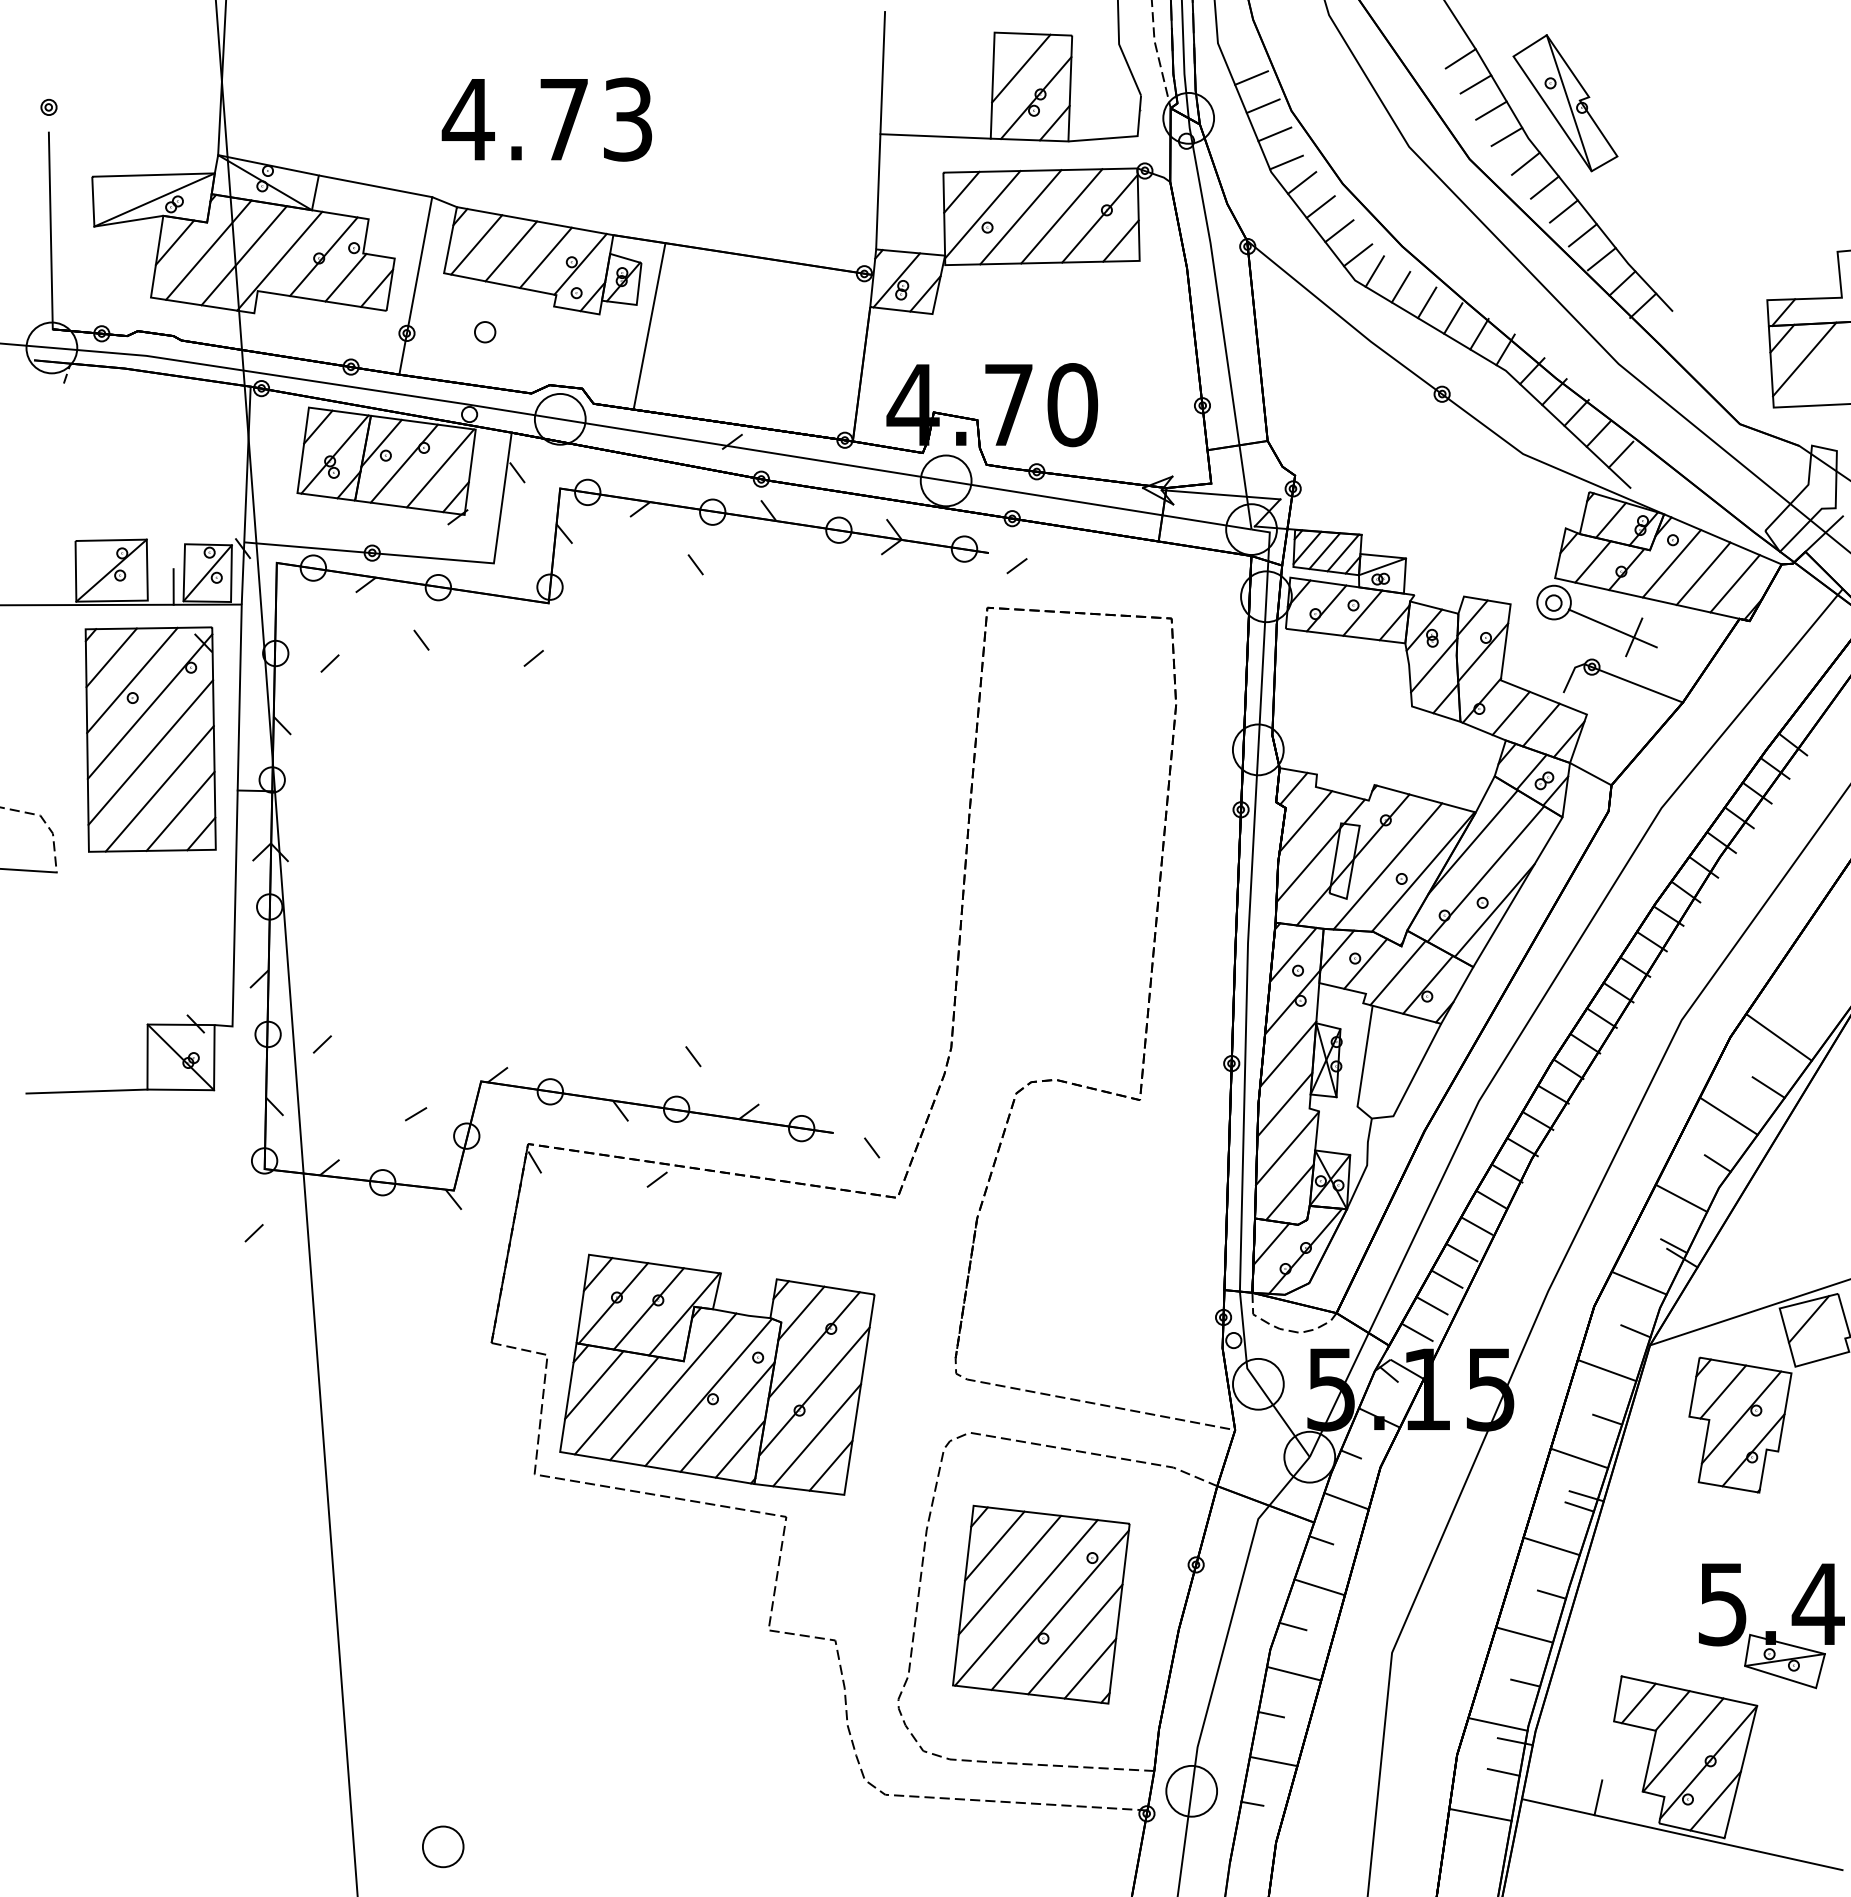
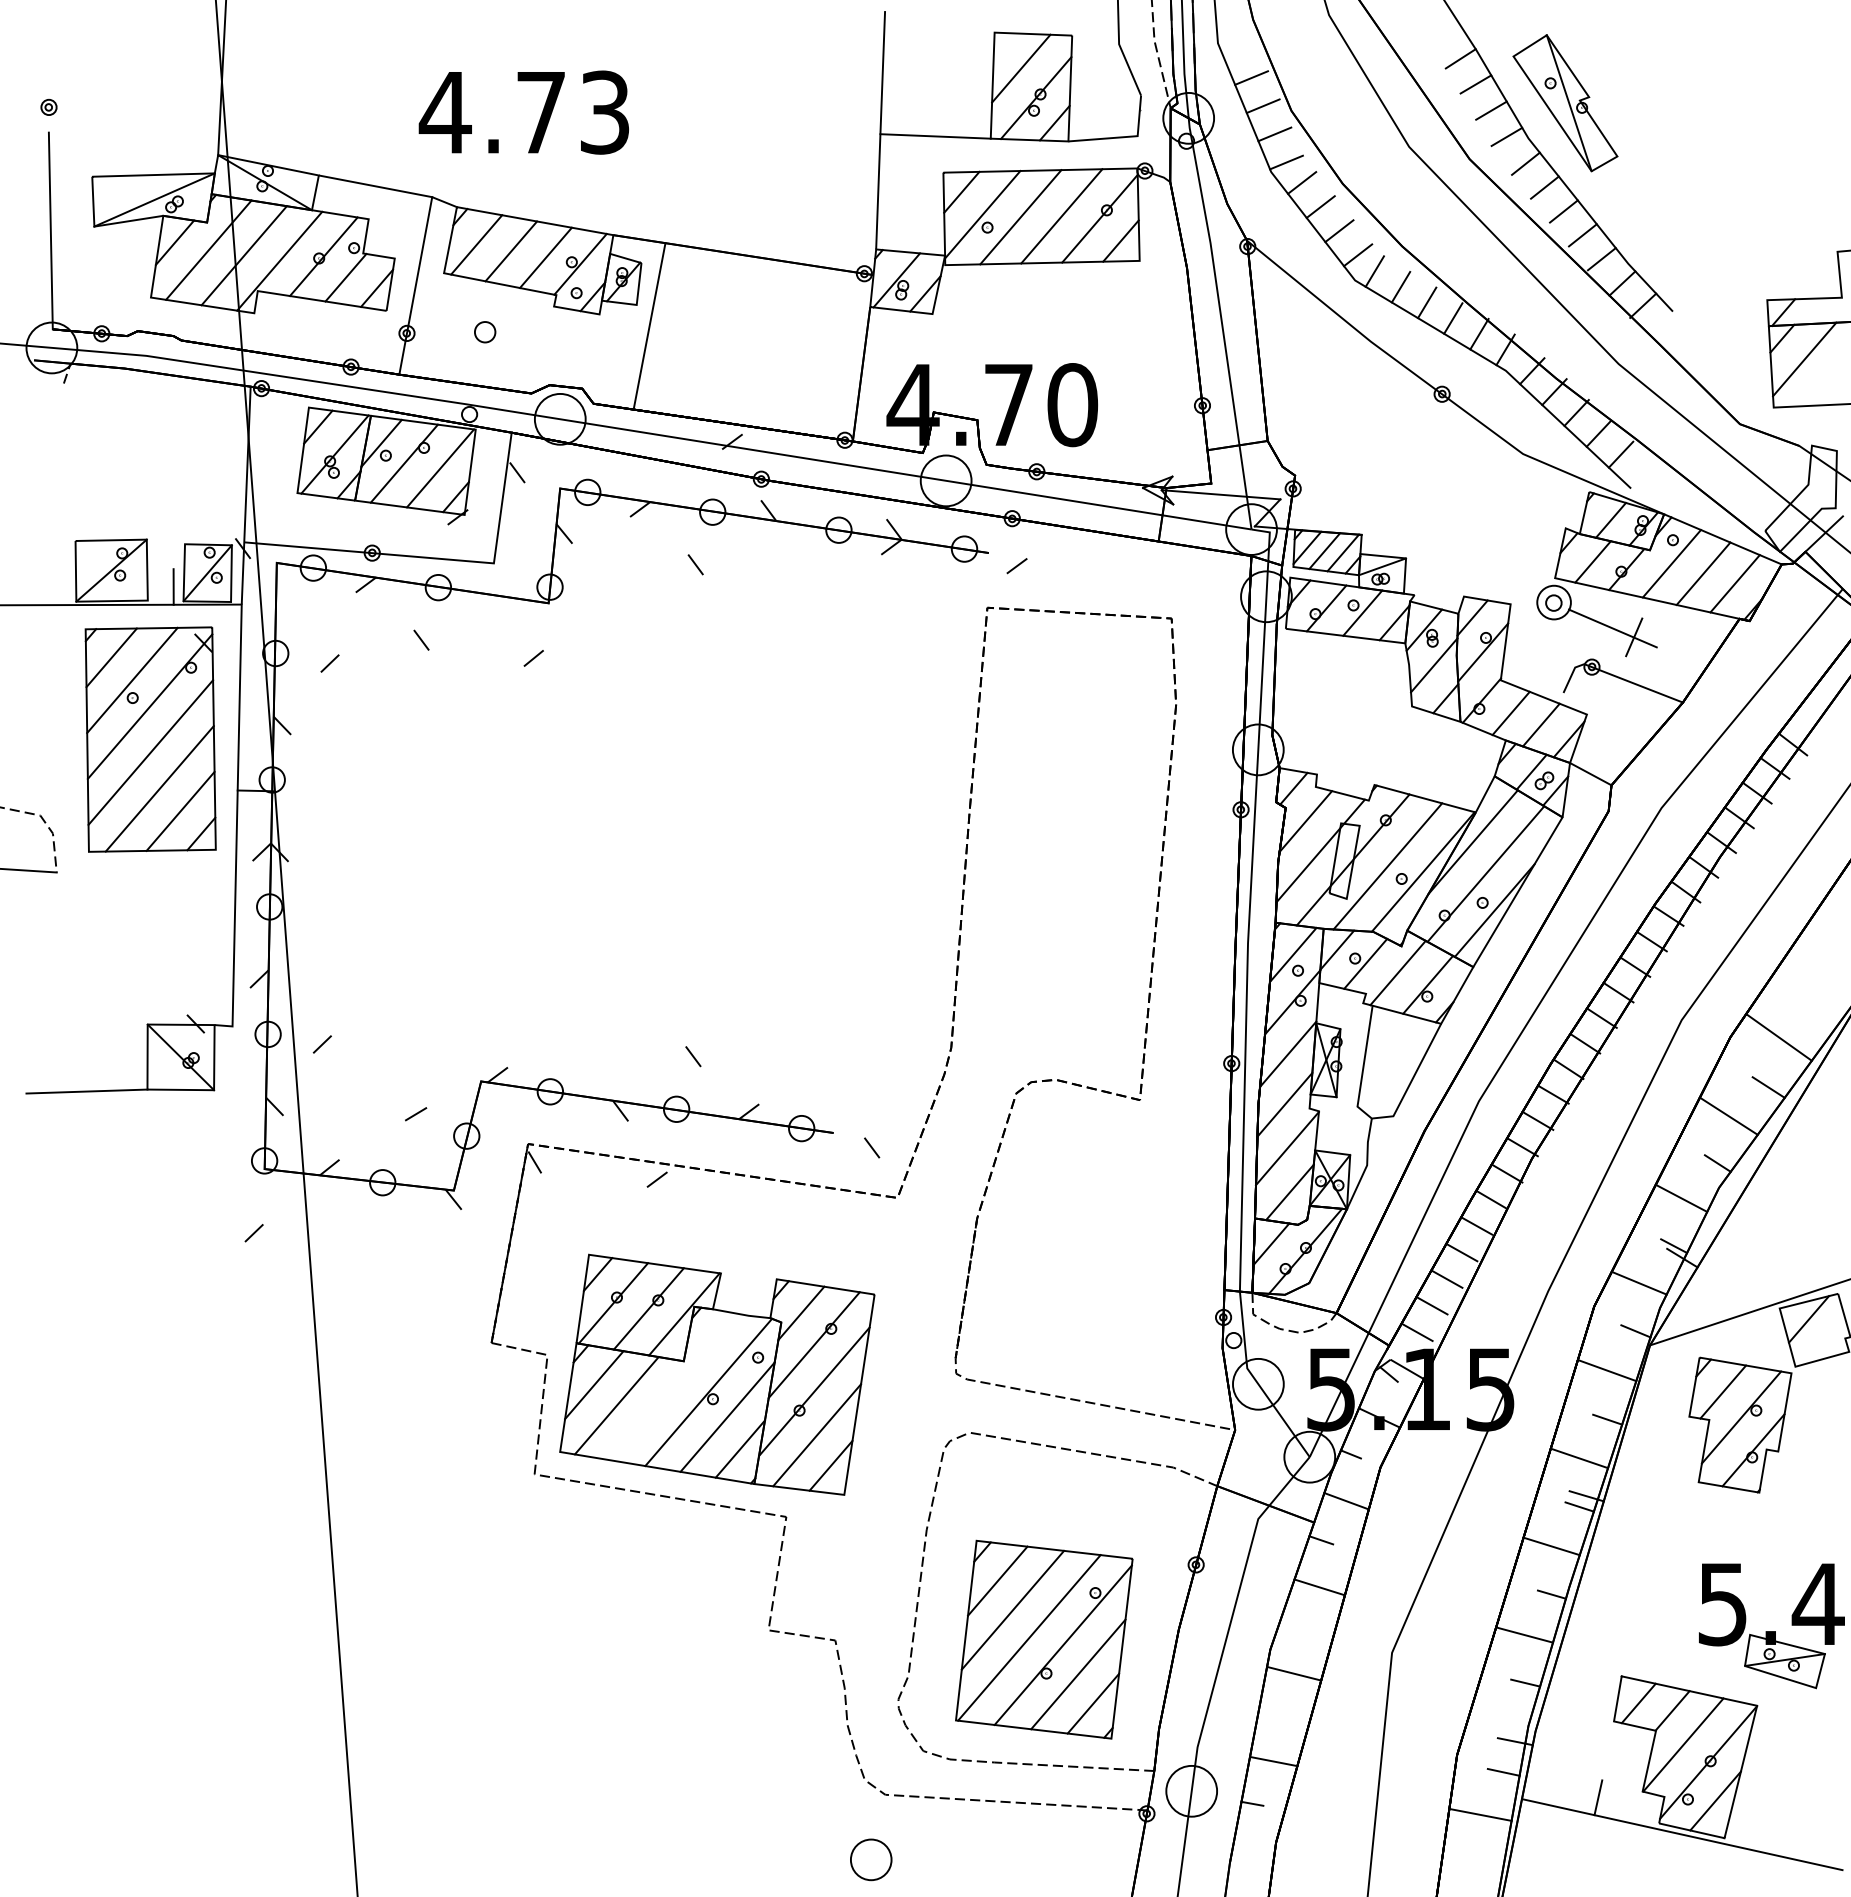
text at (546, 119) position: (546, 119) -> (523, 112)
line at (673, 1386): present -> none
part at (1041, 1604) position: (1041, 1604) -> (1044, 1639)
line at (1292, 1626): present -> none
line at (1271, 1714): present -> none
line at (1497, 1724): present -> none
part at (443, 1846) position: (443, 1846) -> (871, 1859)
